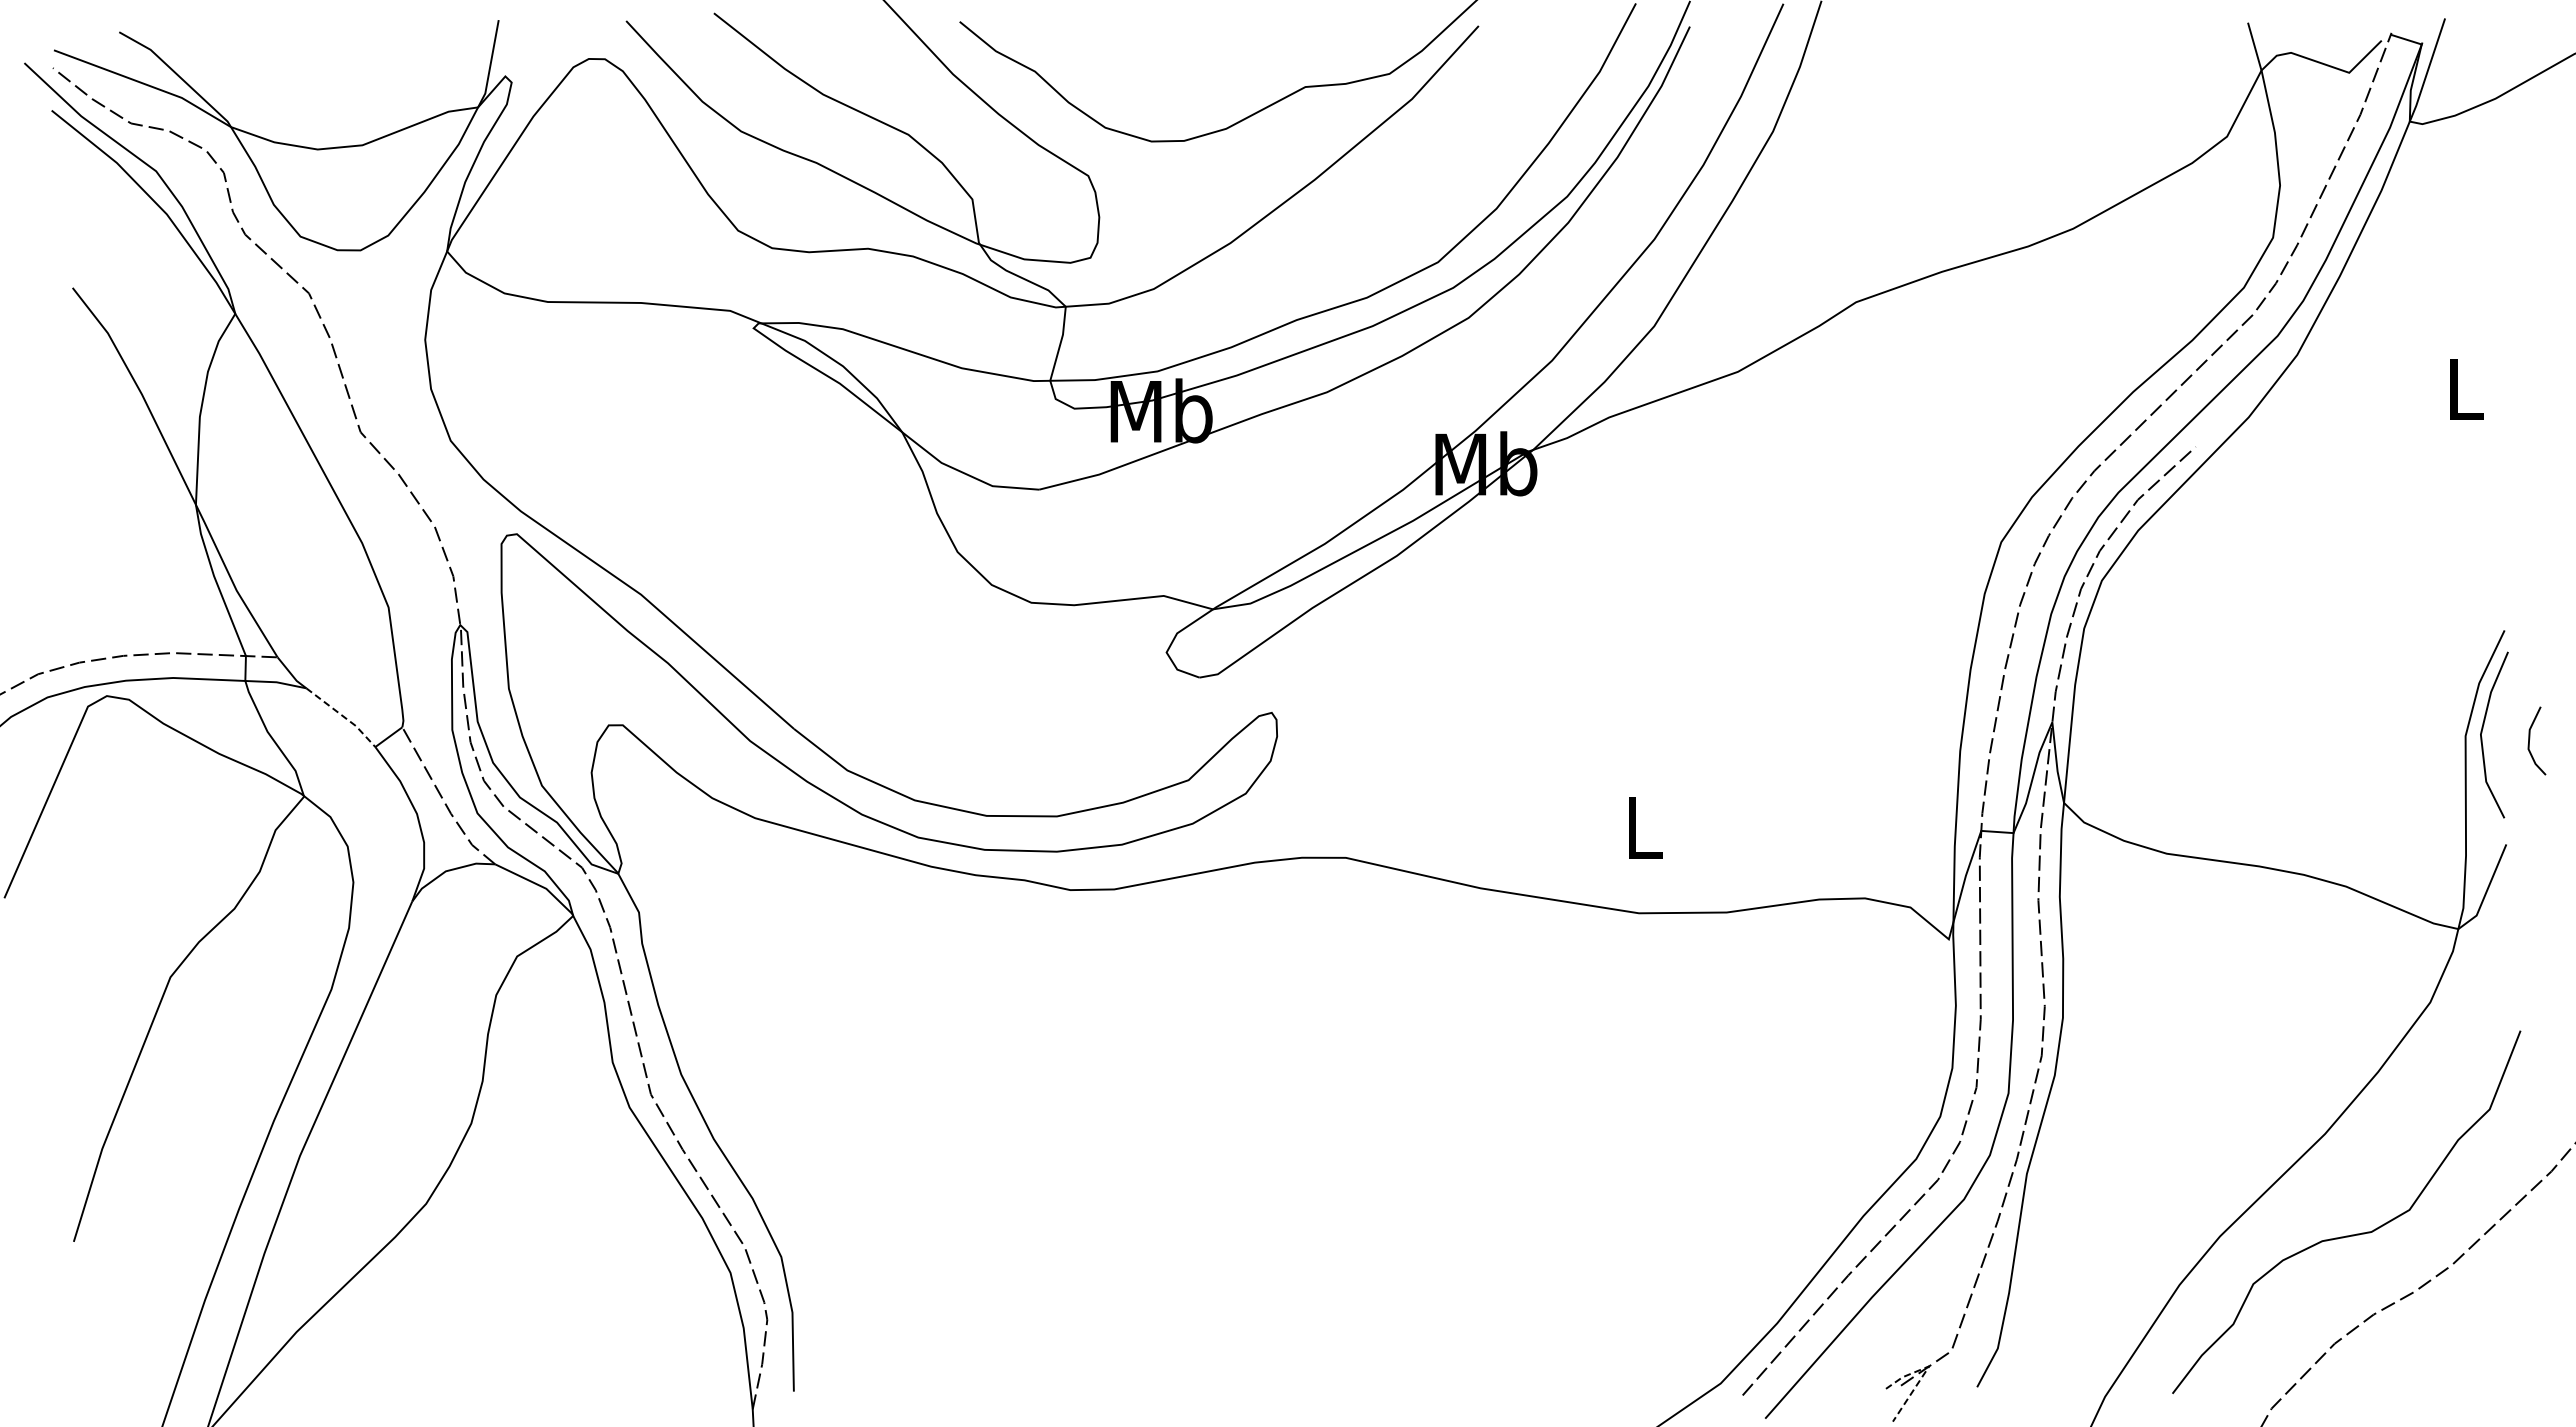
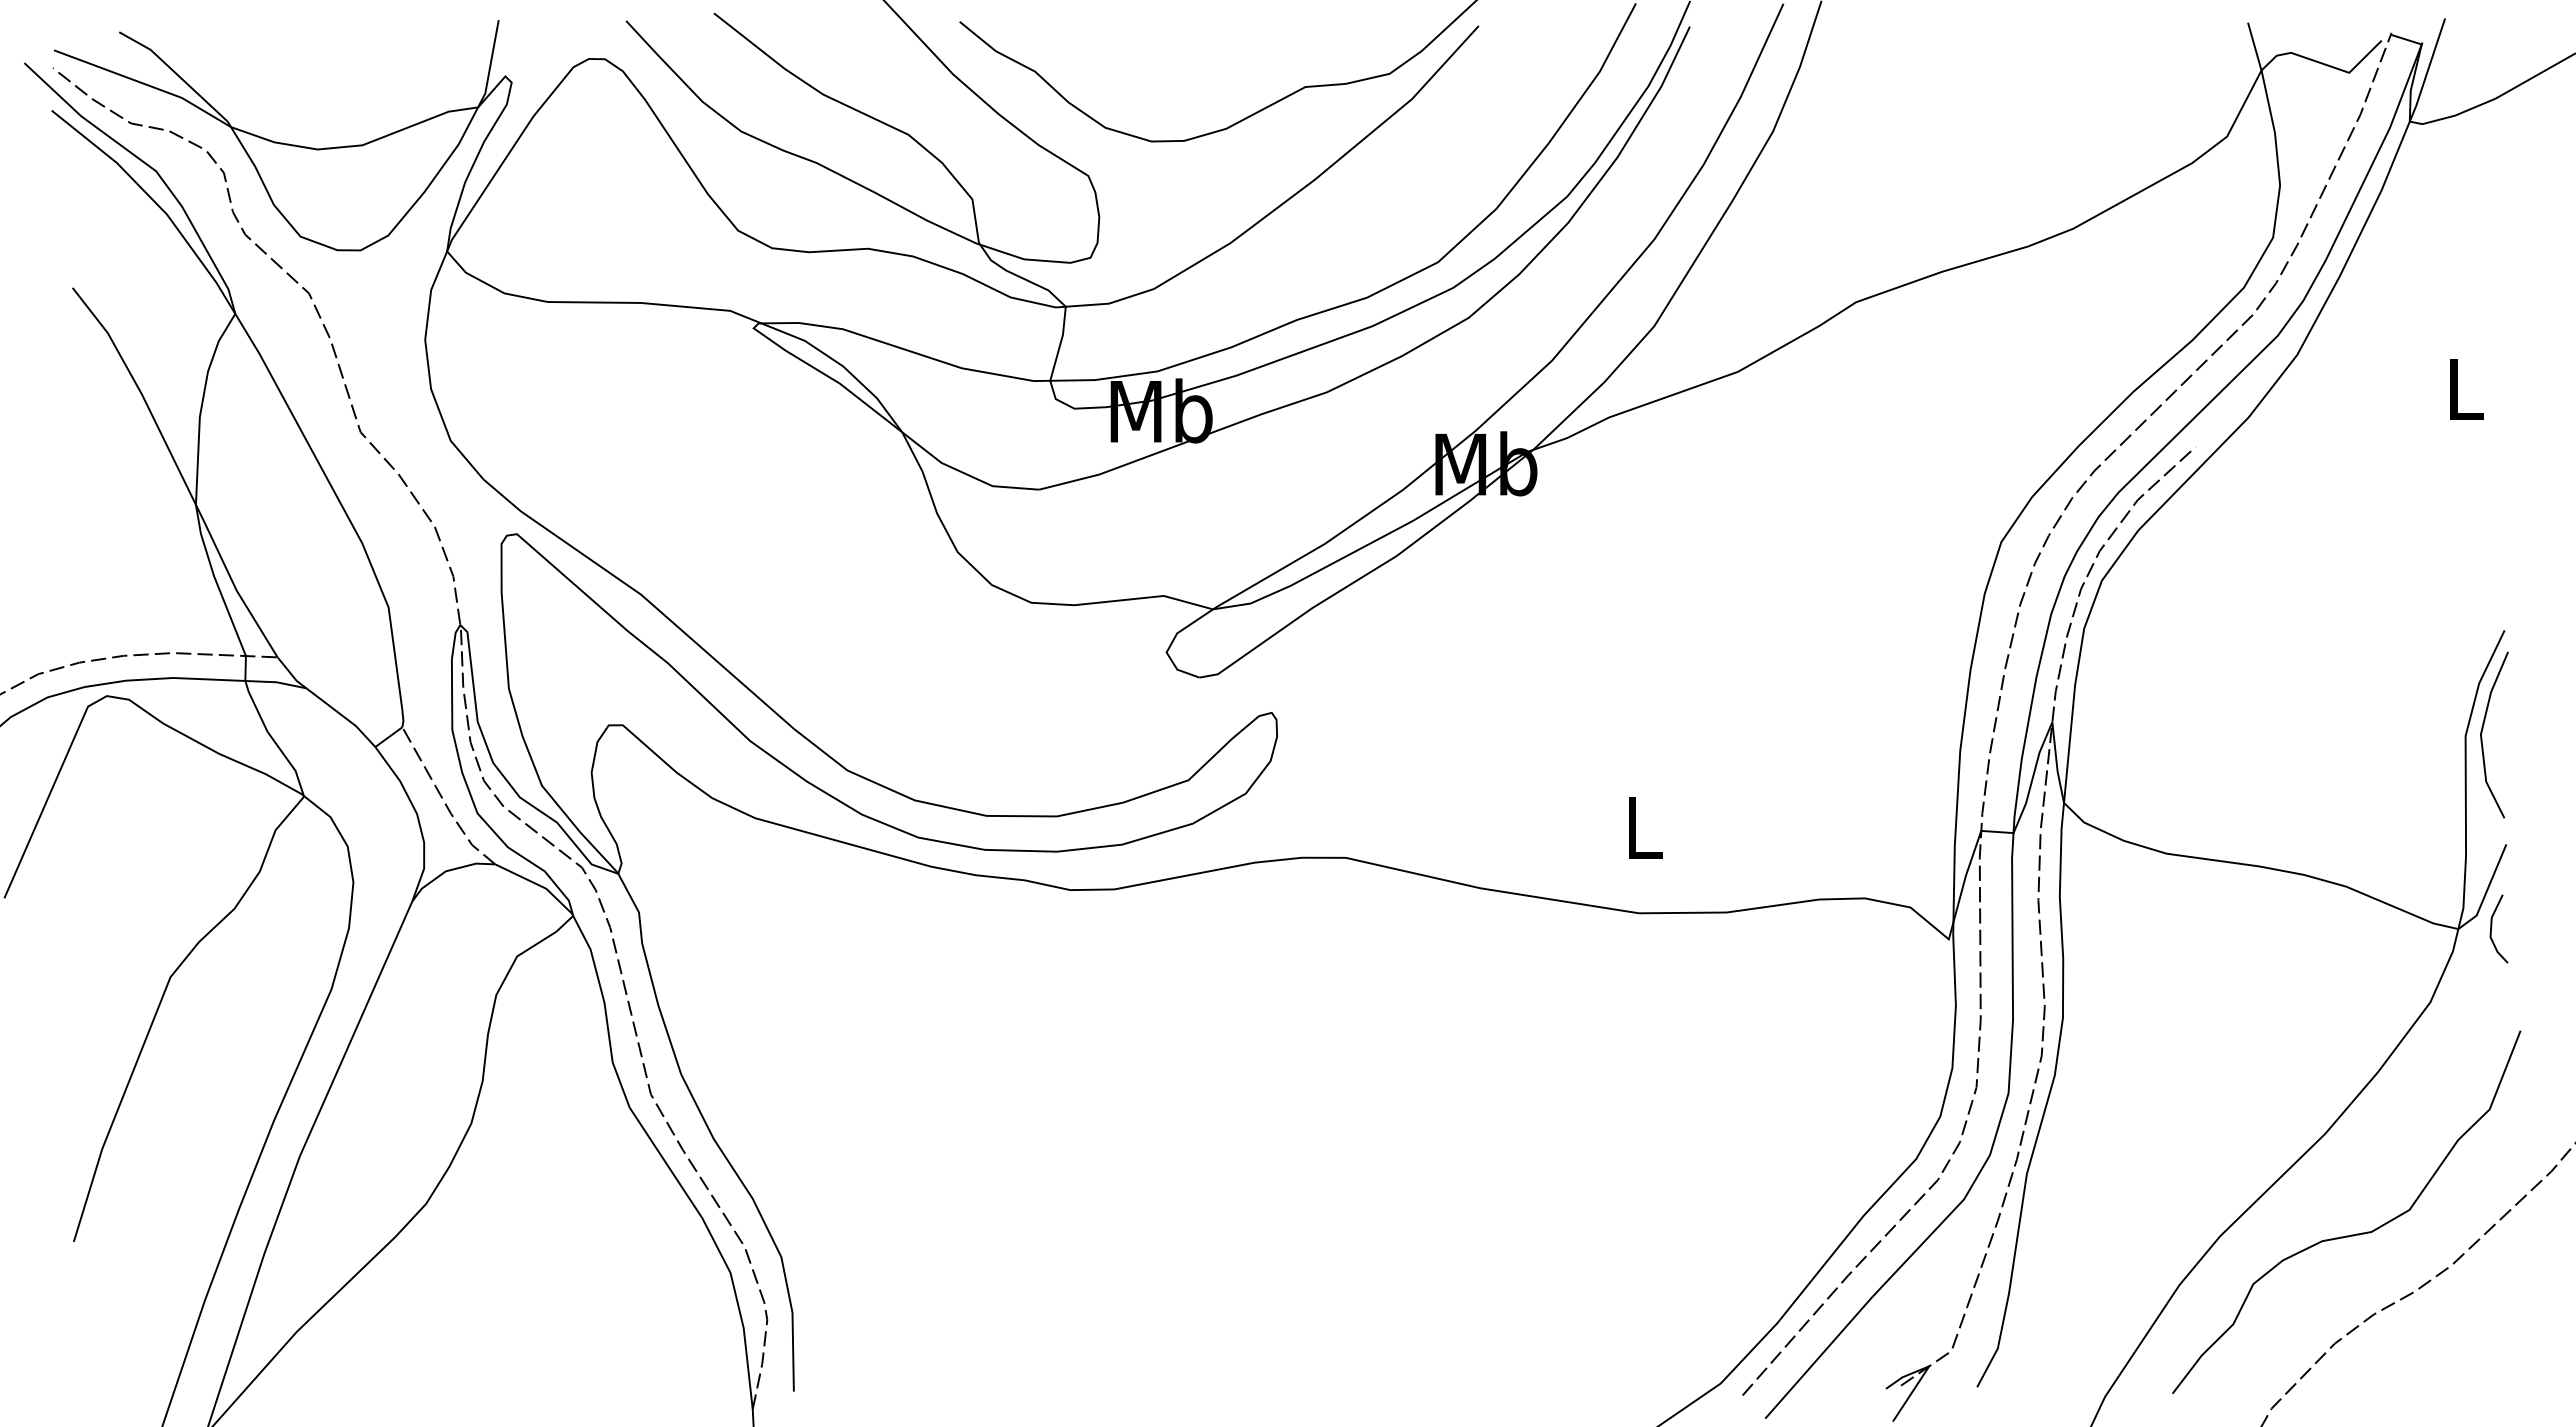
line at (343, 716): dashed -> solid
line at (2530, 738) position: (2530, 738) -> (2492, 926)
line at (1924, 1372): dashed -> solid
